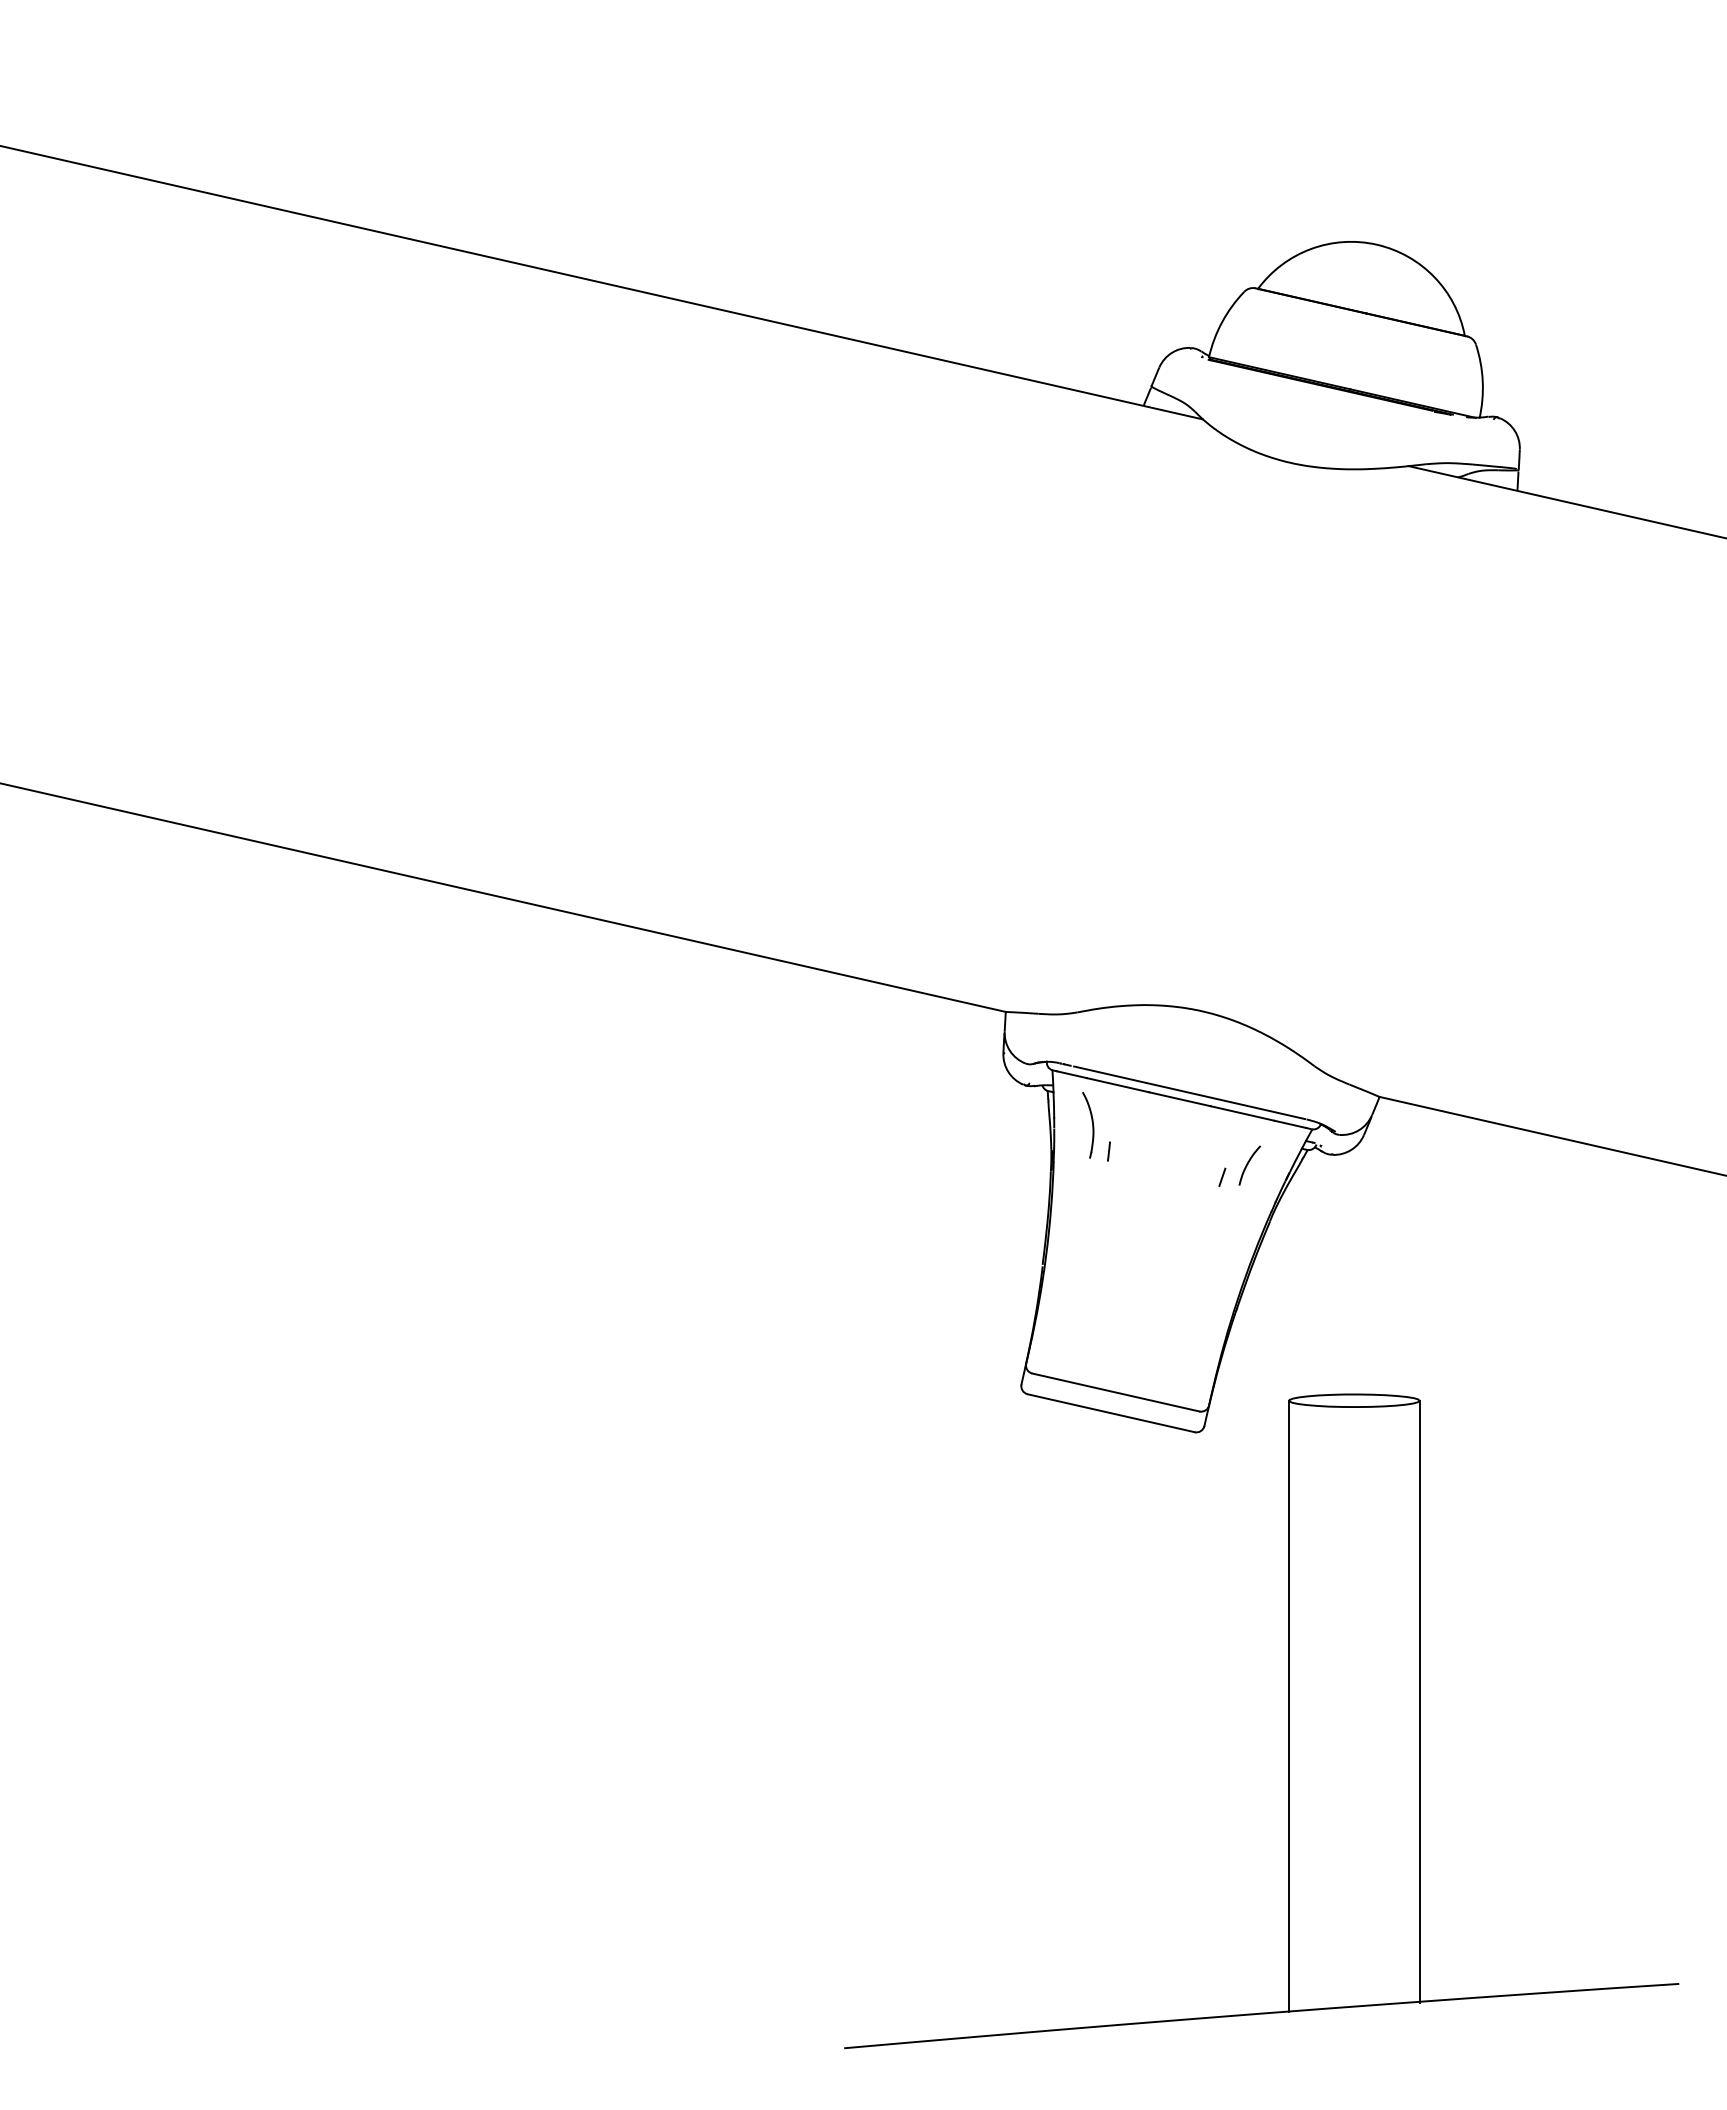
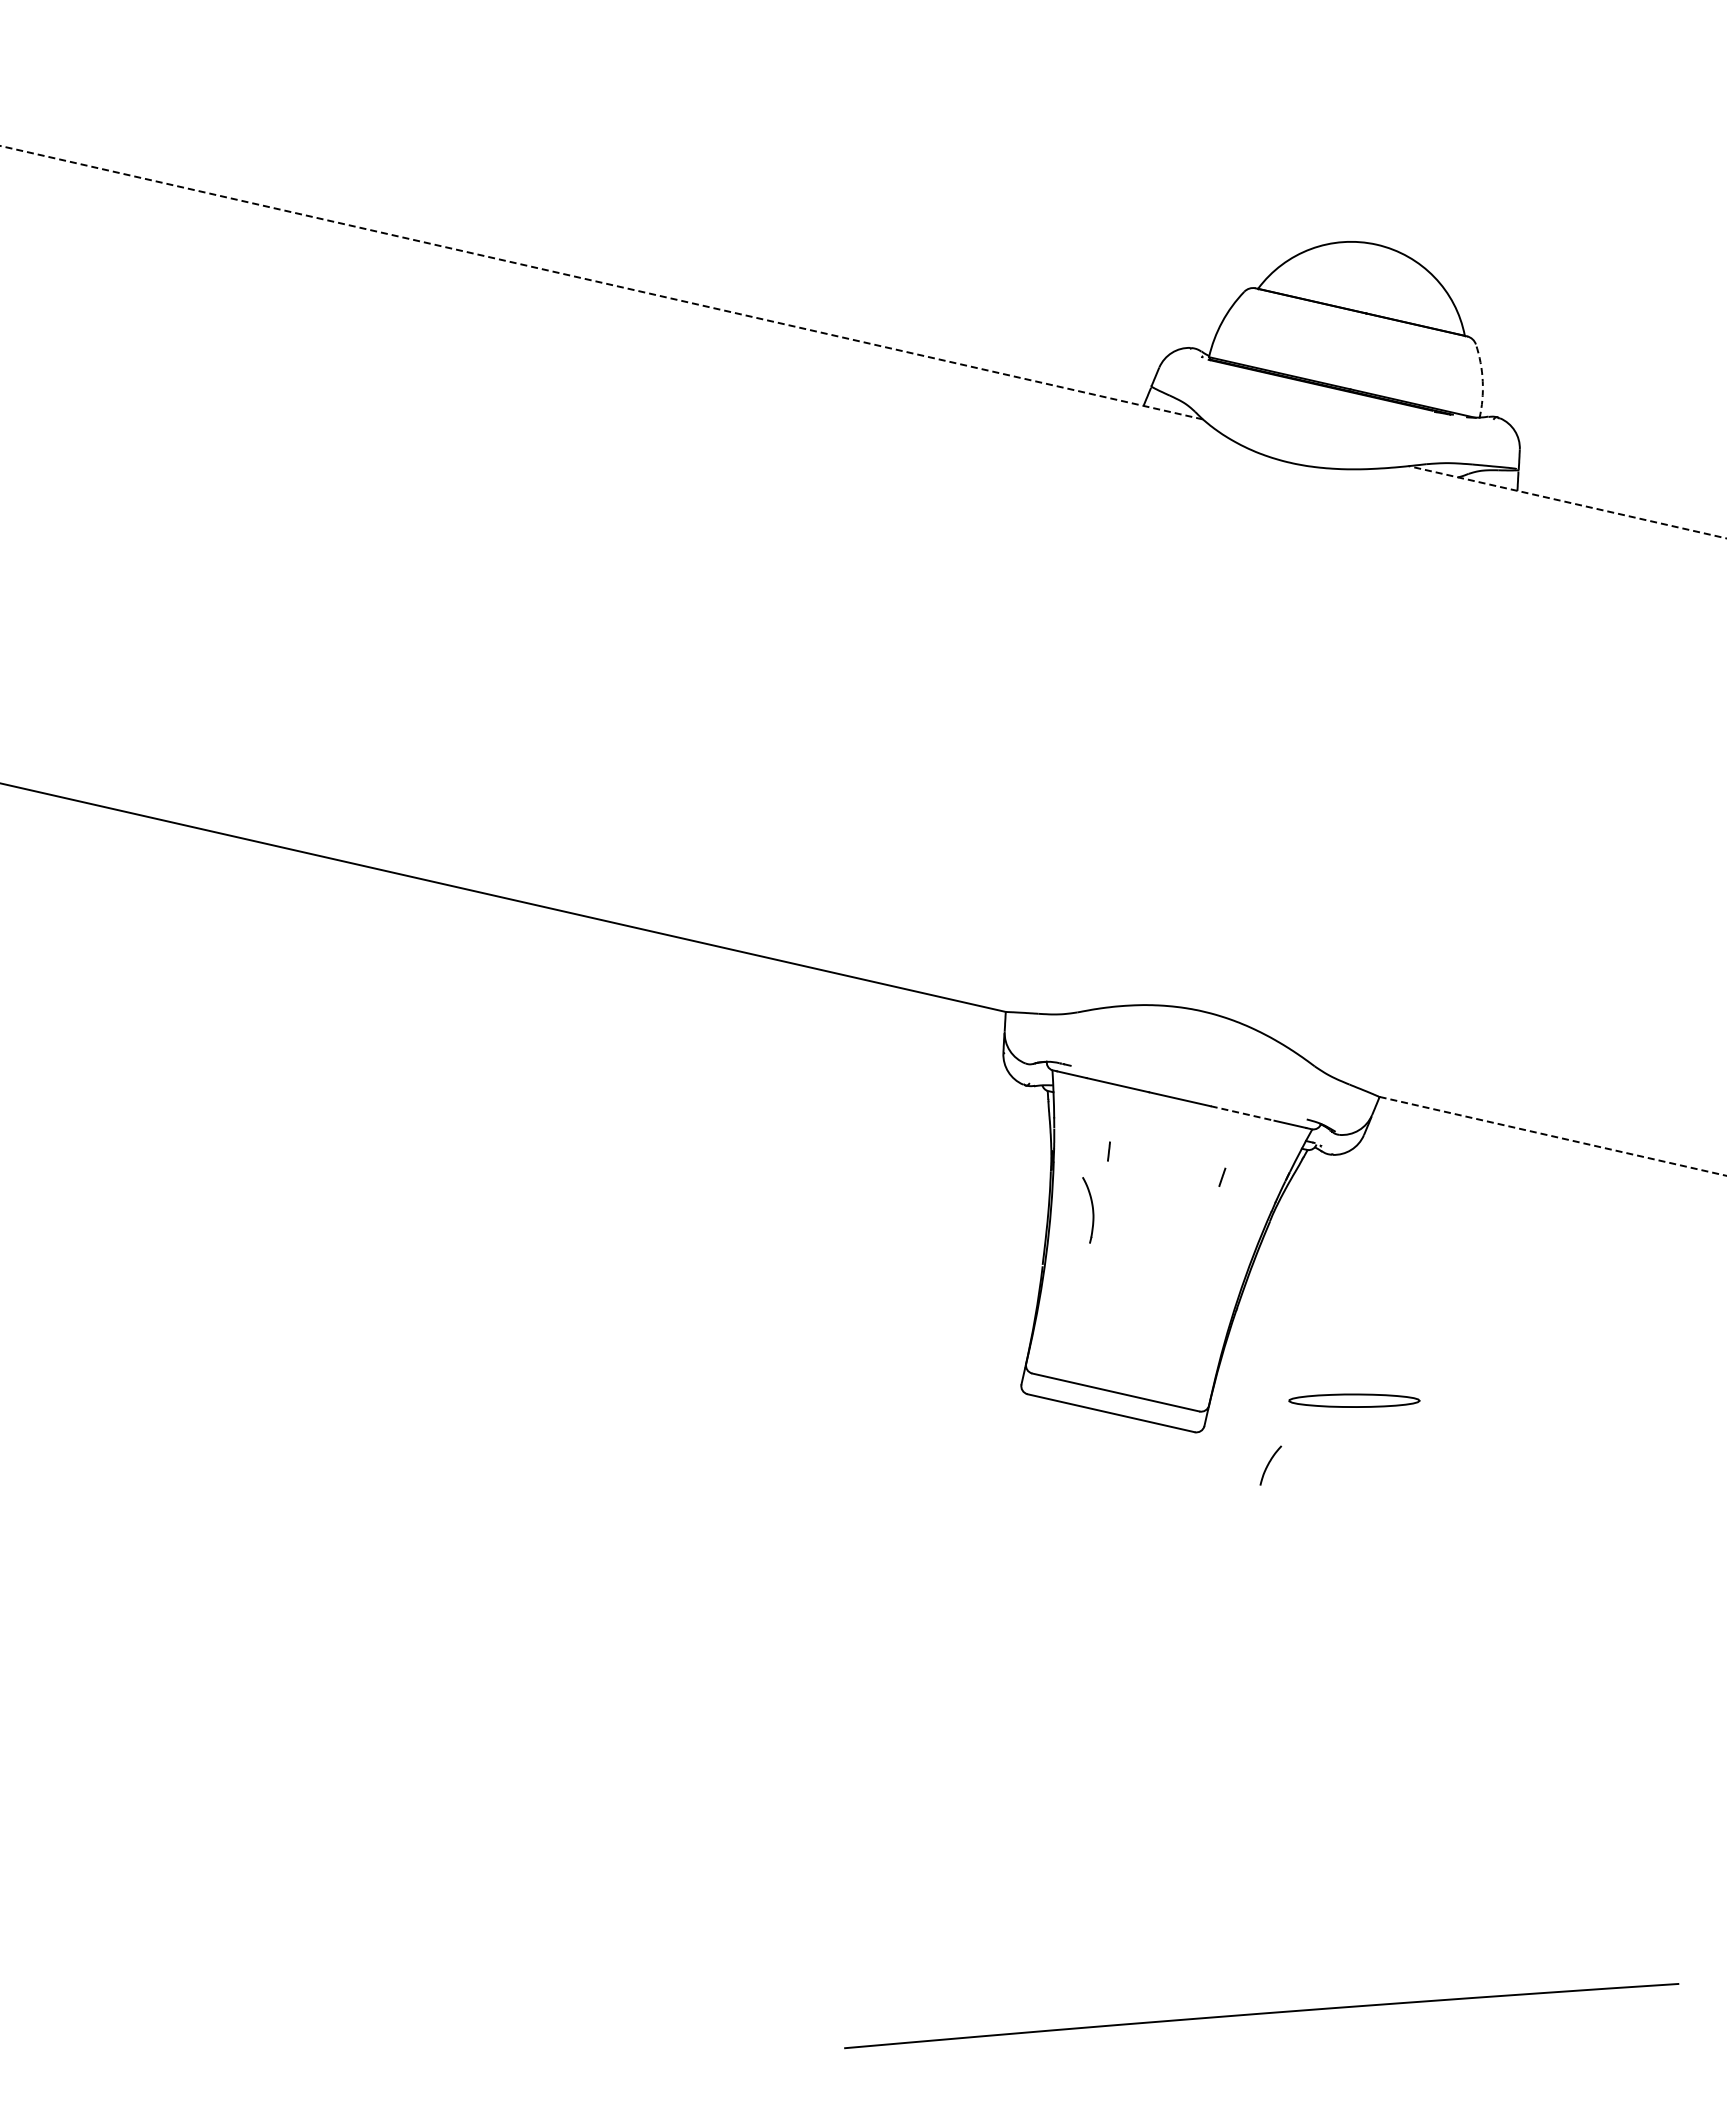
line at (601, 282): solid -> dashed
arc at (1482, 381): solid -> dashed
line at (1567, 502): solid -> dashed
line at (1189, 1092): present -> none
line at (1242, 1113): solid -> dashed
part at (1088, 1125) position: (1088, 1125) -> (1088, 1210)
line at (1553, 1136): solid -> dashed
curve at (1248, 1164) position: (1248, 1164) -> (1269, 1464)
line at (1419, 1701): present -> none
line at (1289, 1705): present -> none
